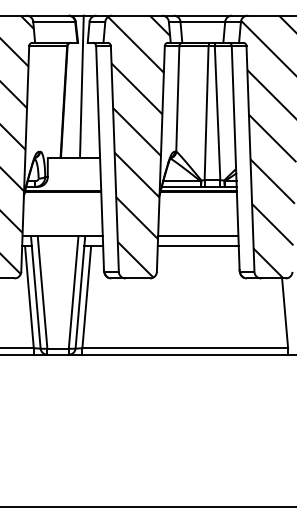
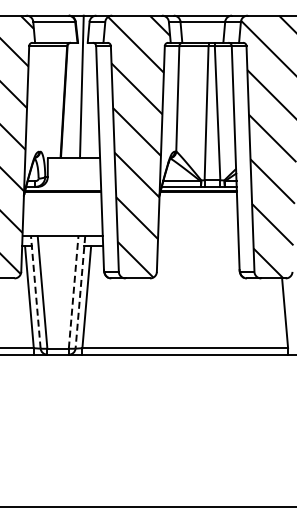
line at (198, 236): present -> none
line at (197, 246): present -> none
line at (35, 291): solid -> dashed
line at (73, 291): solid -> dashed
line at (80, 292): solid -> dashed
